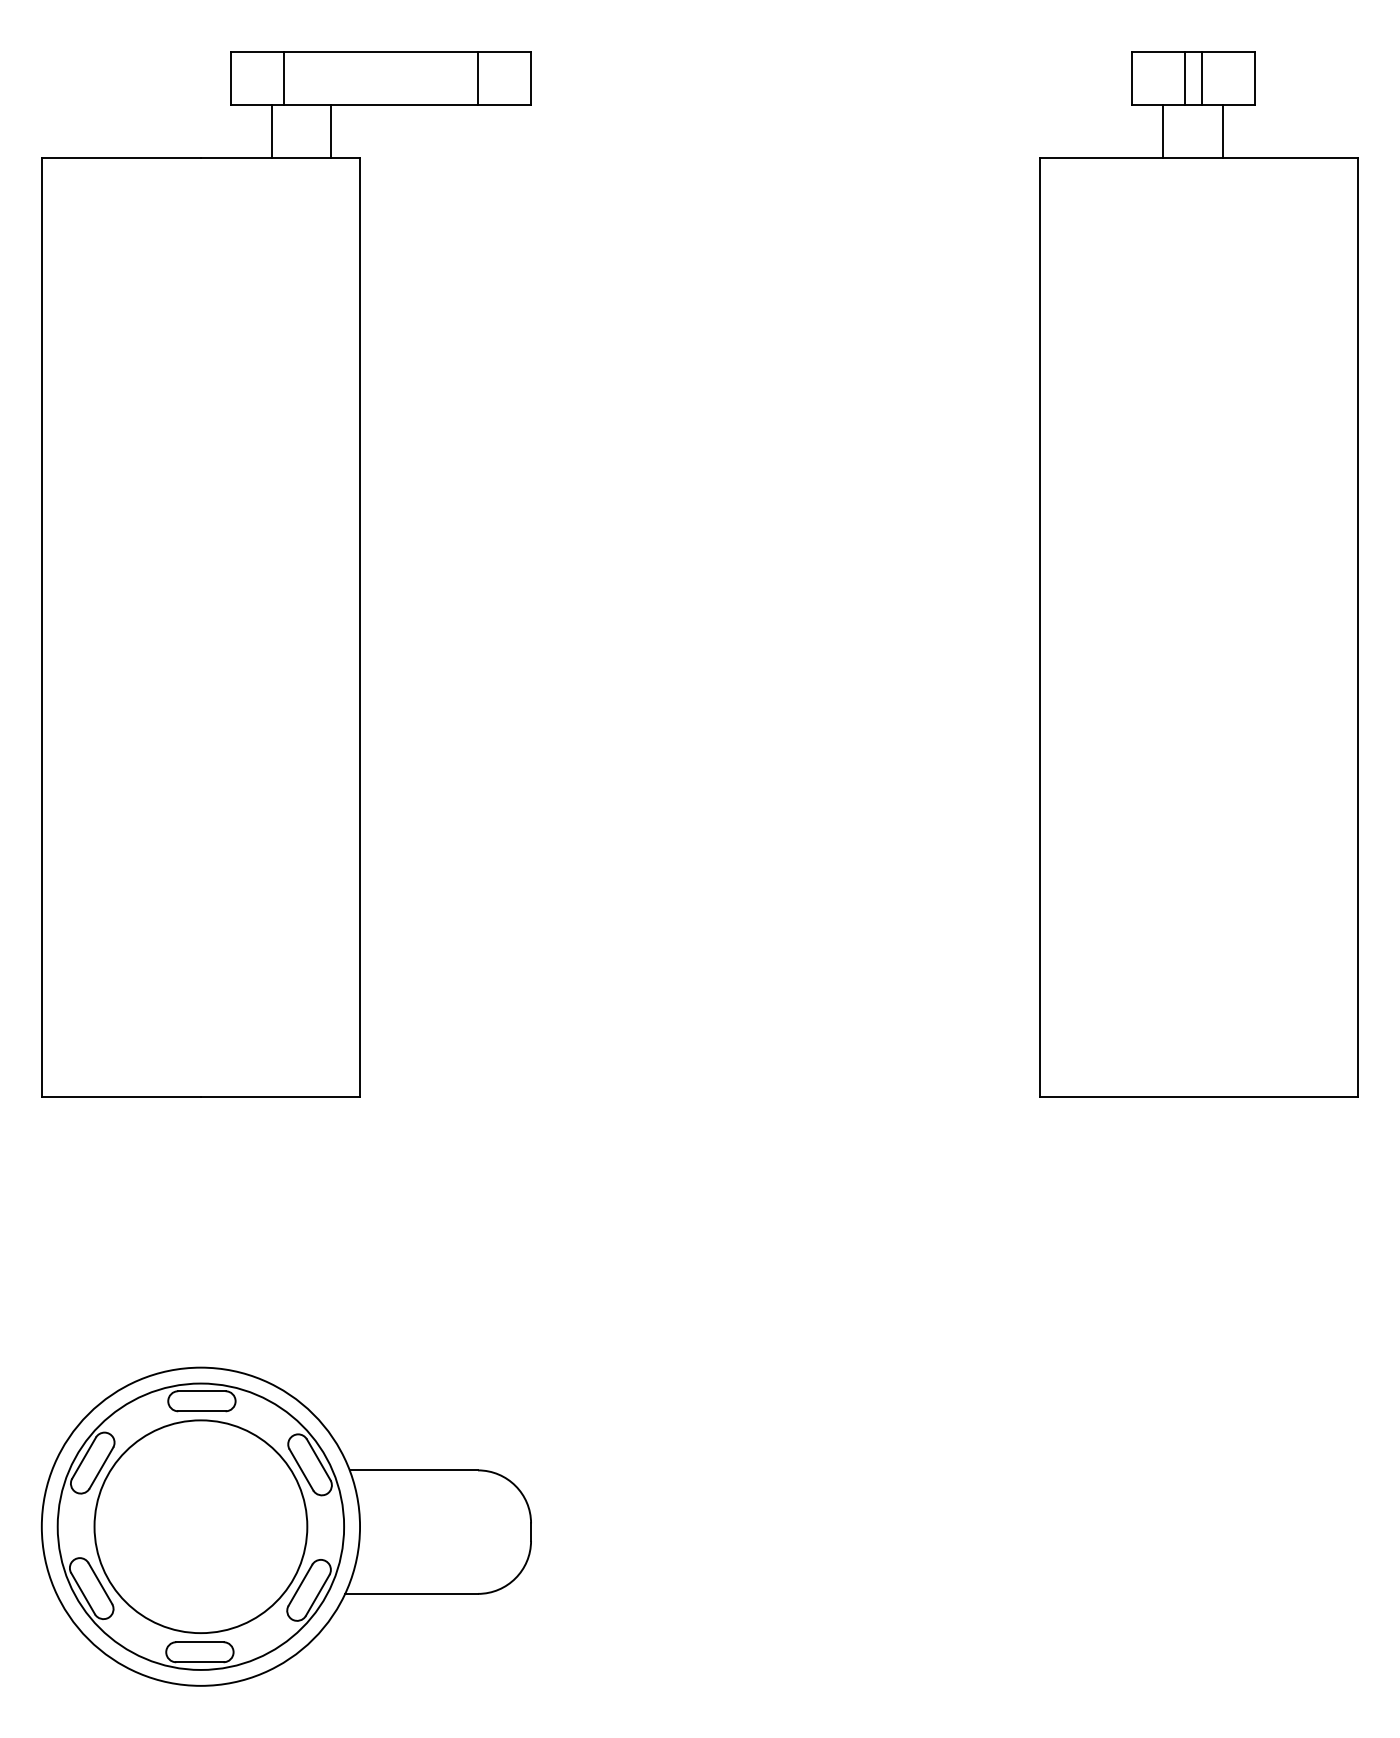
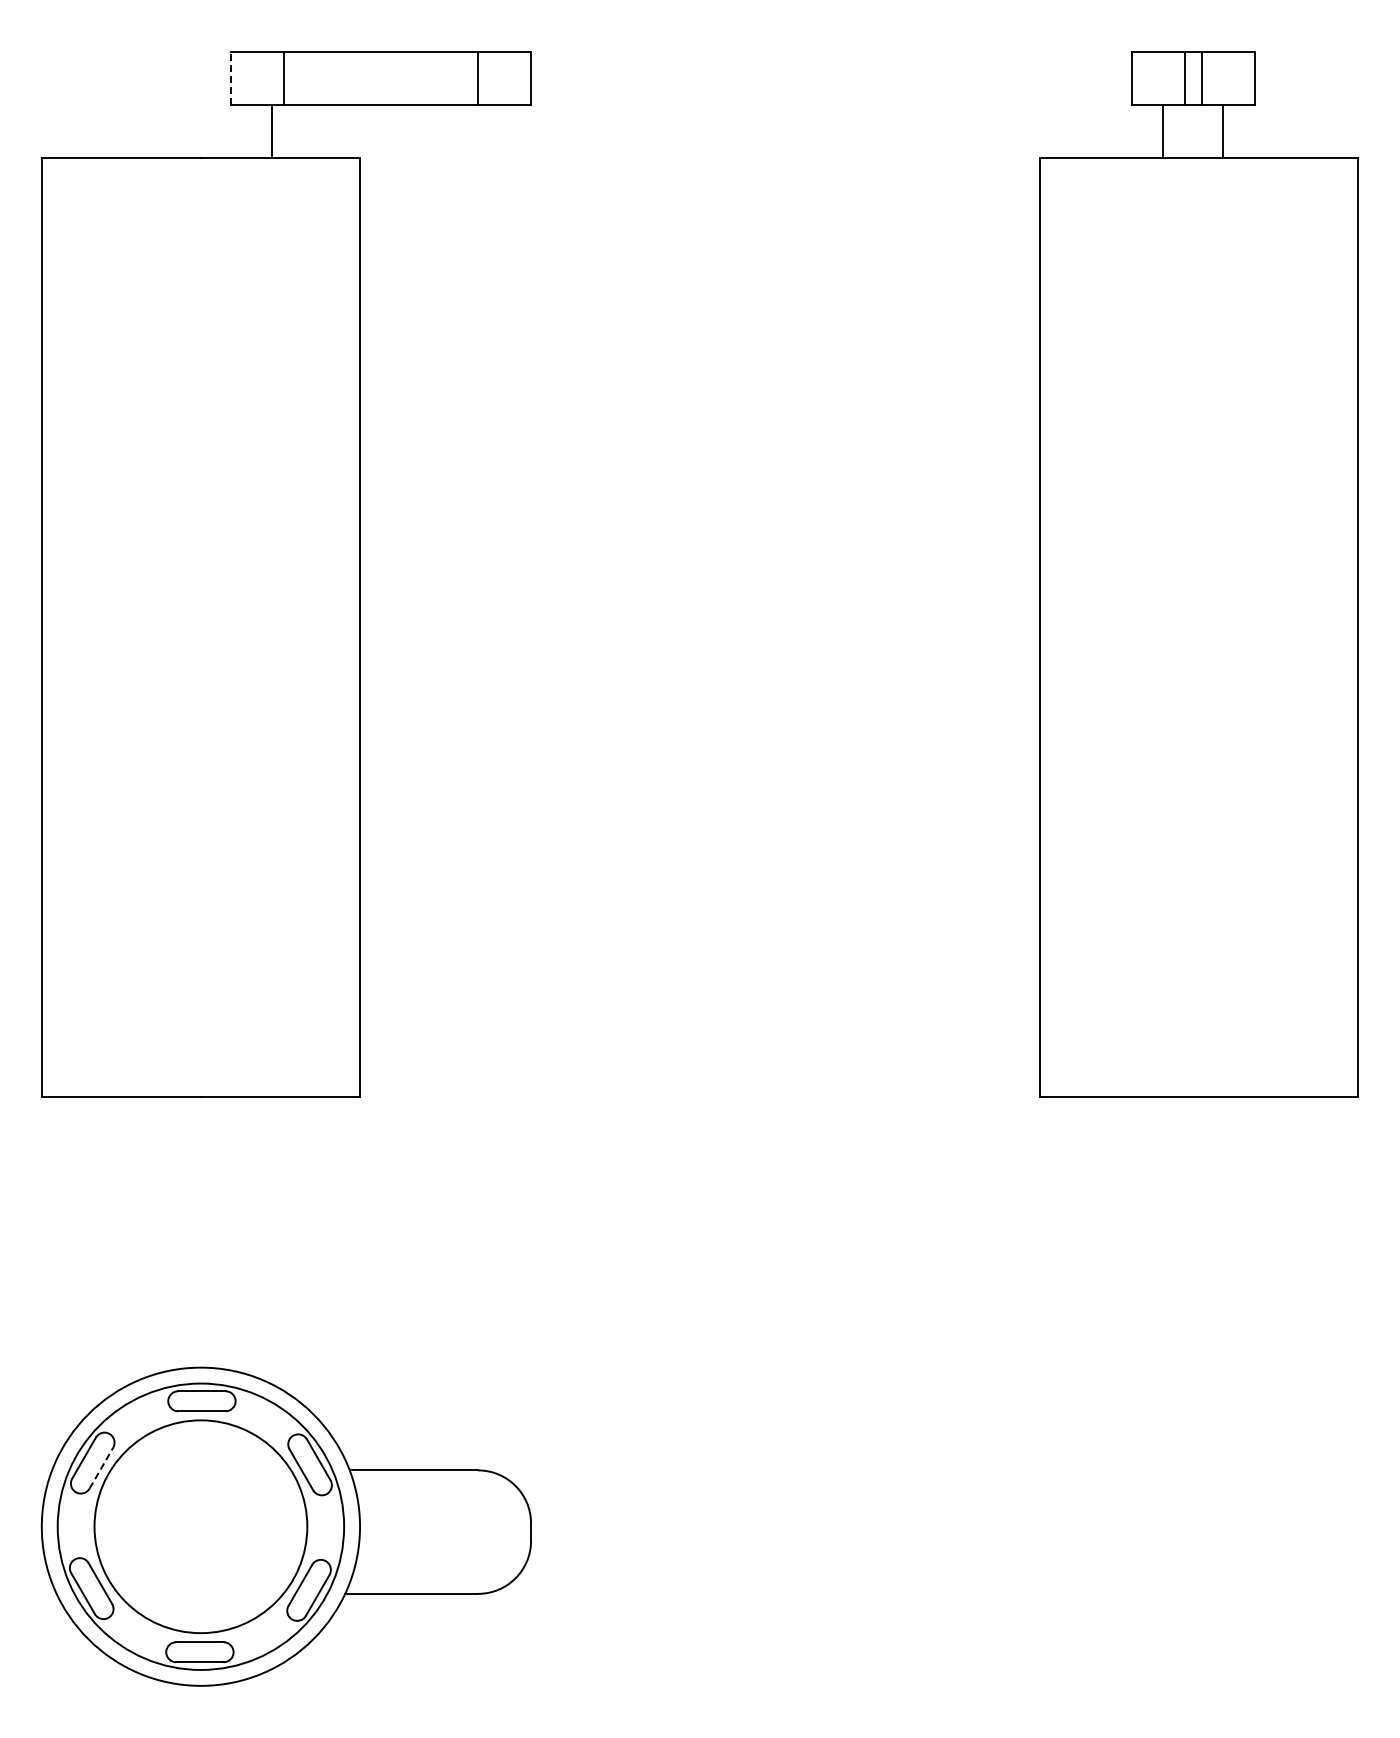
line at (231, 78): solid -> dashed
line at (330, 131): present -> none
line at (101, 1468): solid -> dashed
